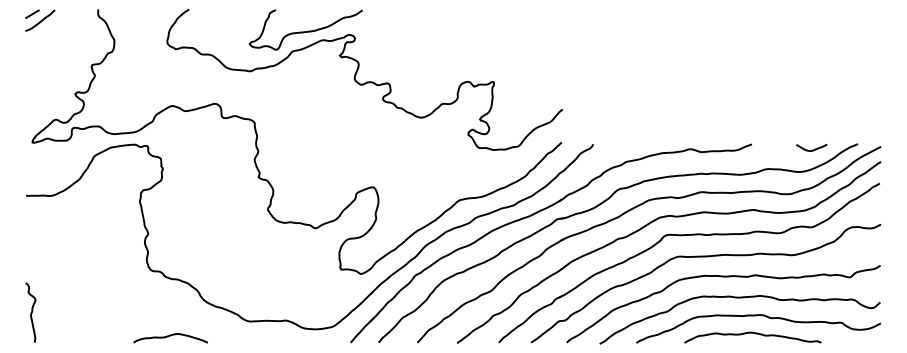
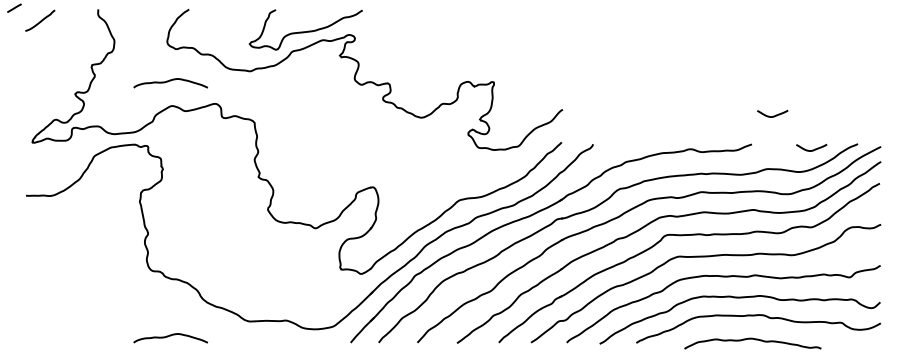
line at (32, 13) position: (32, 13) -> (14, 7)
curve at (170, 81): none -> present
curve at (773, 115): none -> present
curve at (30, 312): present -> none
curve at (752, 333) position: (752, 333) -> (752, 339)
